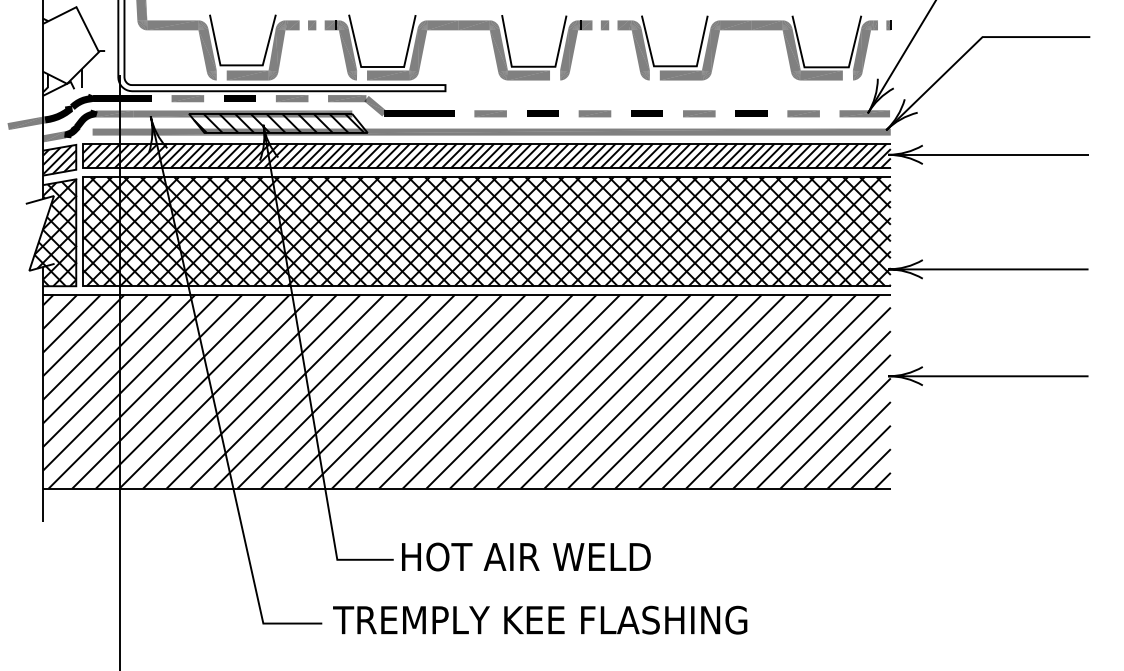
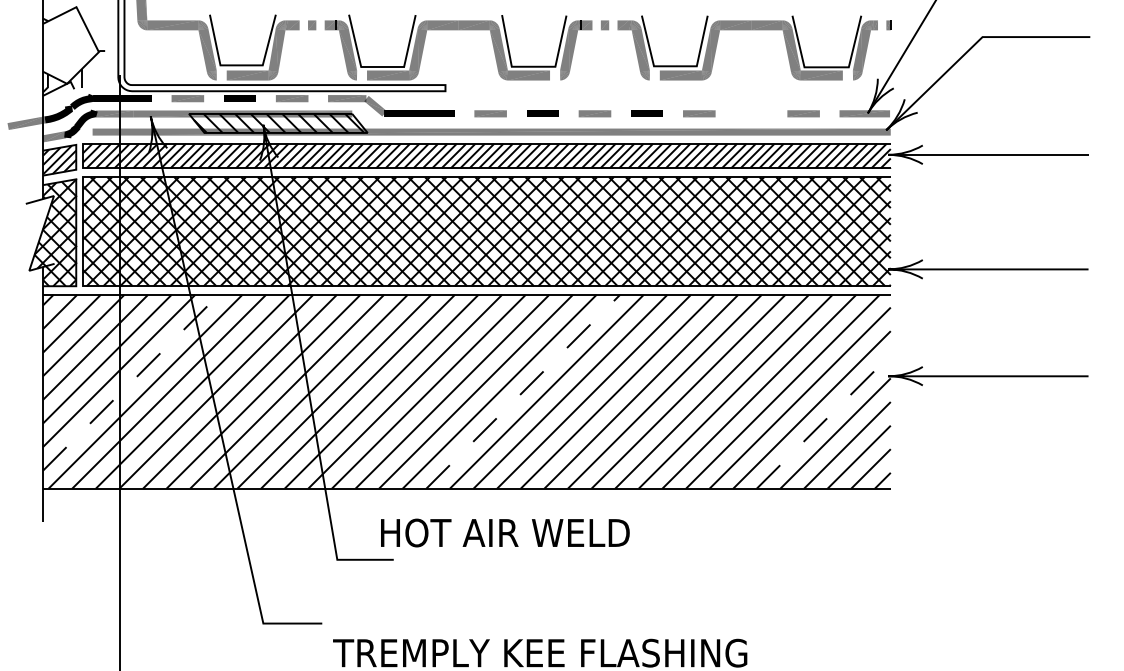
line at (751, 113): present -> none
line at (131, 382): solid -> dashed
line at (523, 391): solid -> dashed
line at (823, 421): solid -> dashed
text at (526, 556) position: (526, 556) -> (505, 532)
text at (540, 619) position: (540, 619) -> (540, 652)
